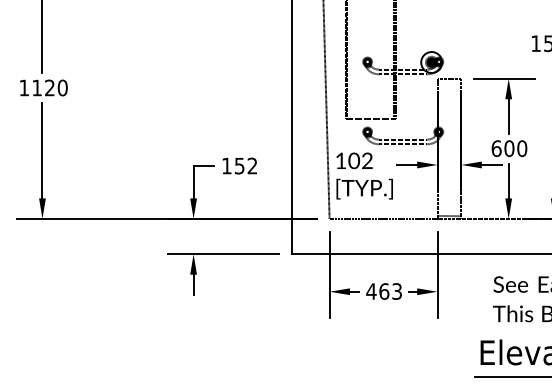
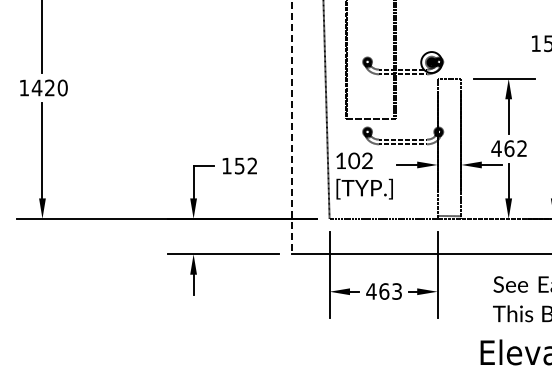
text at (36, 87): 1120 -> 1420
line at (291, 127): solid -> dashed
text at (509, 148): 600 -> 462
line at (511, 377): present -> none
